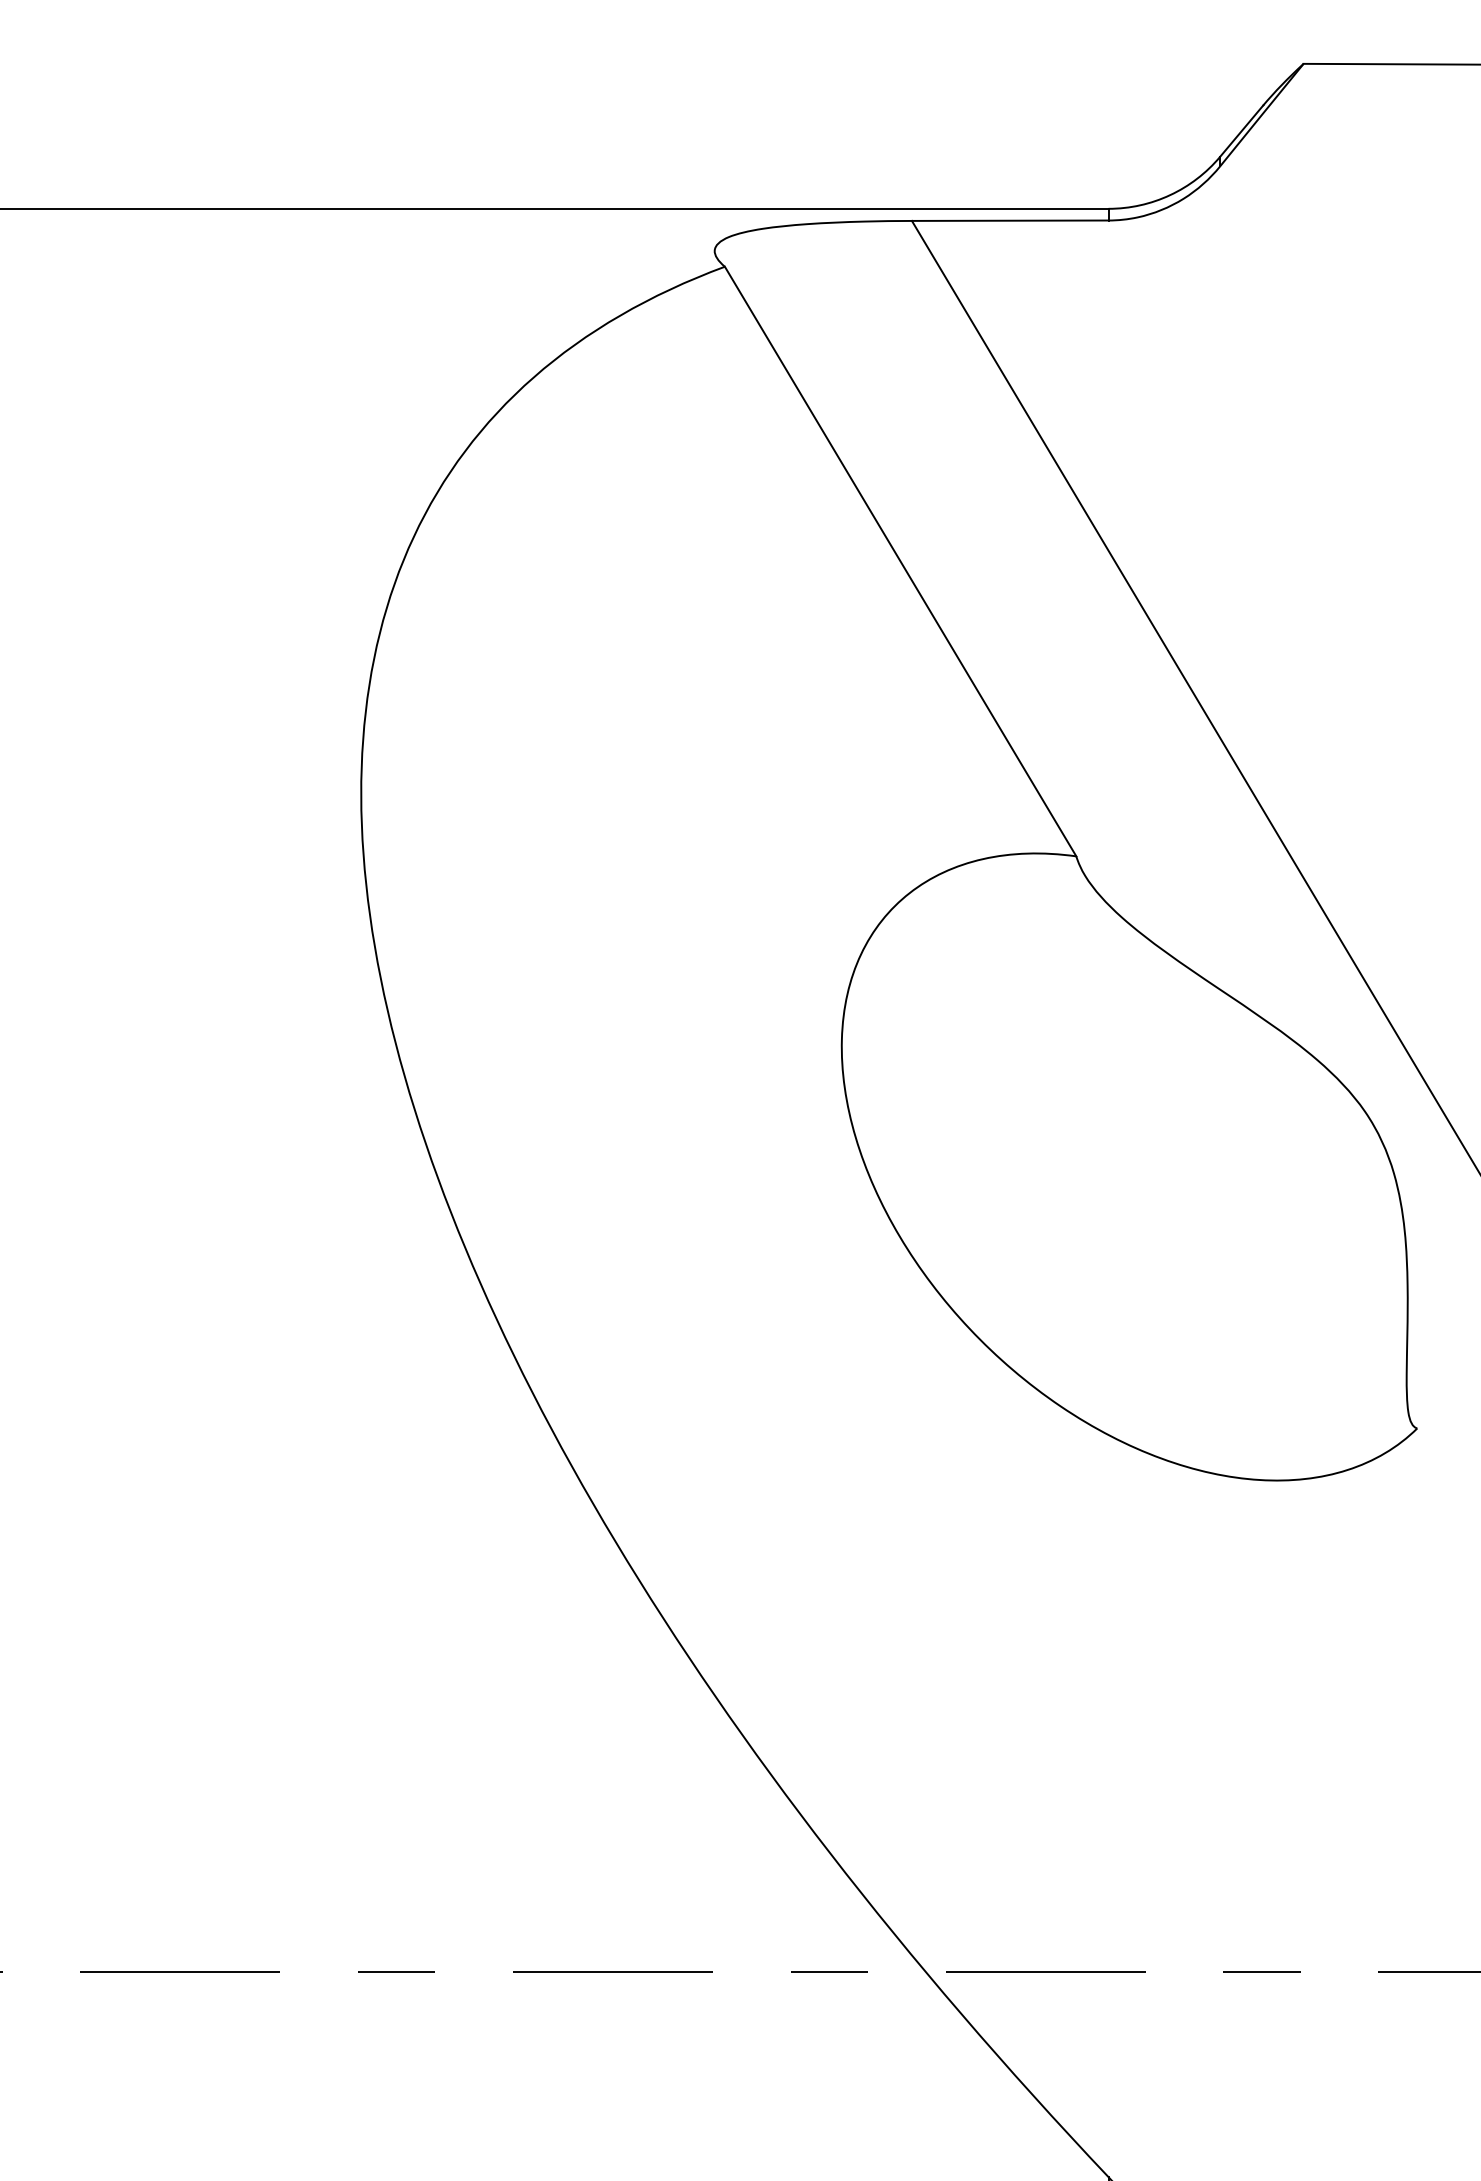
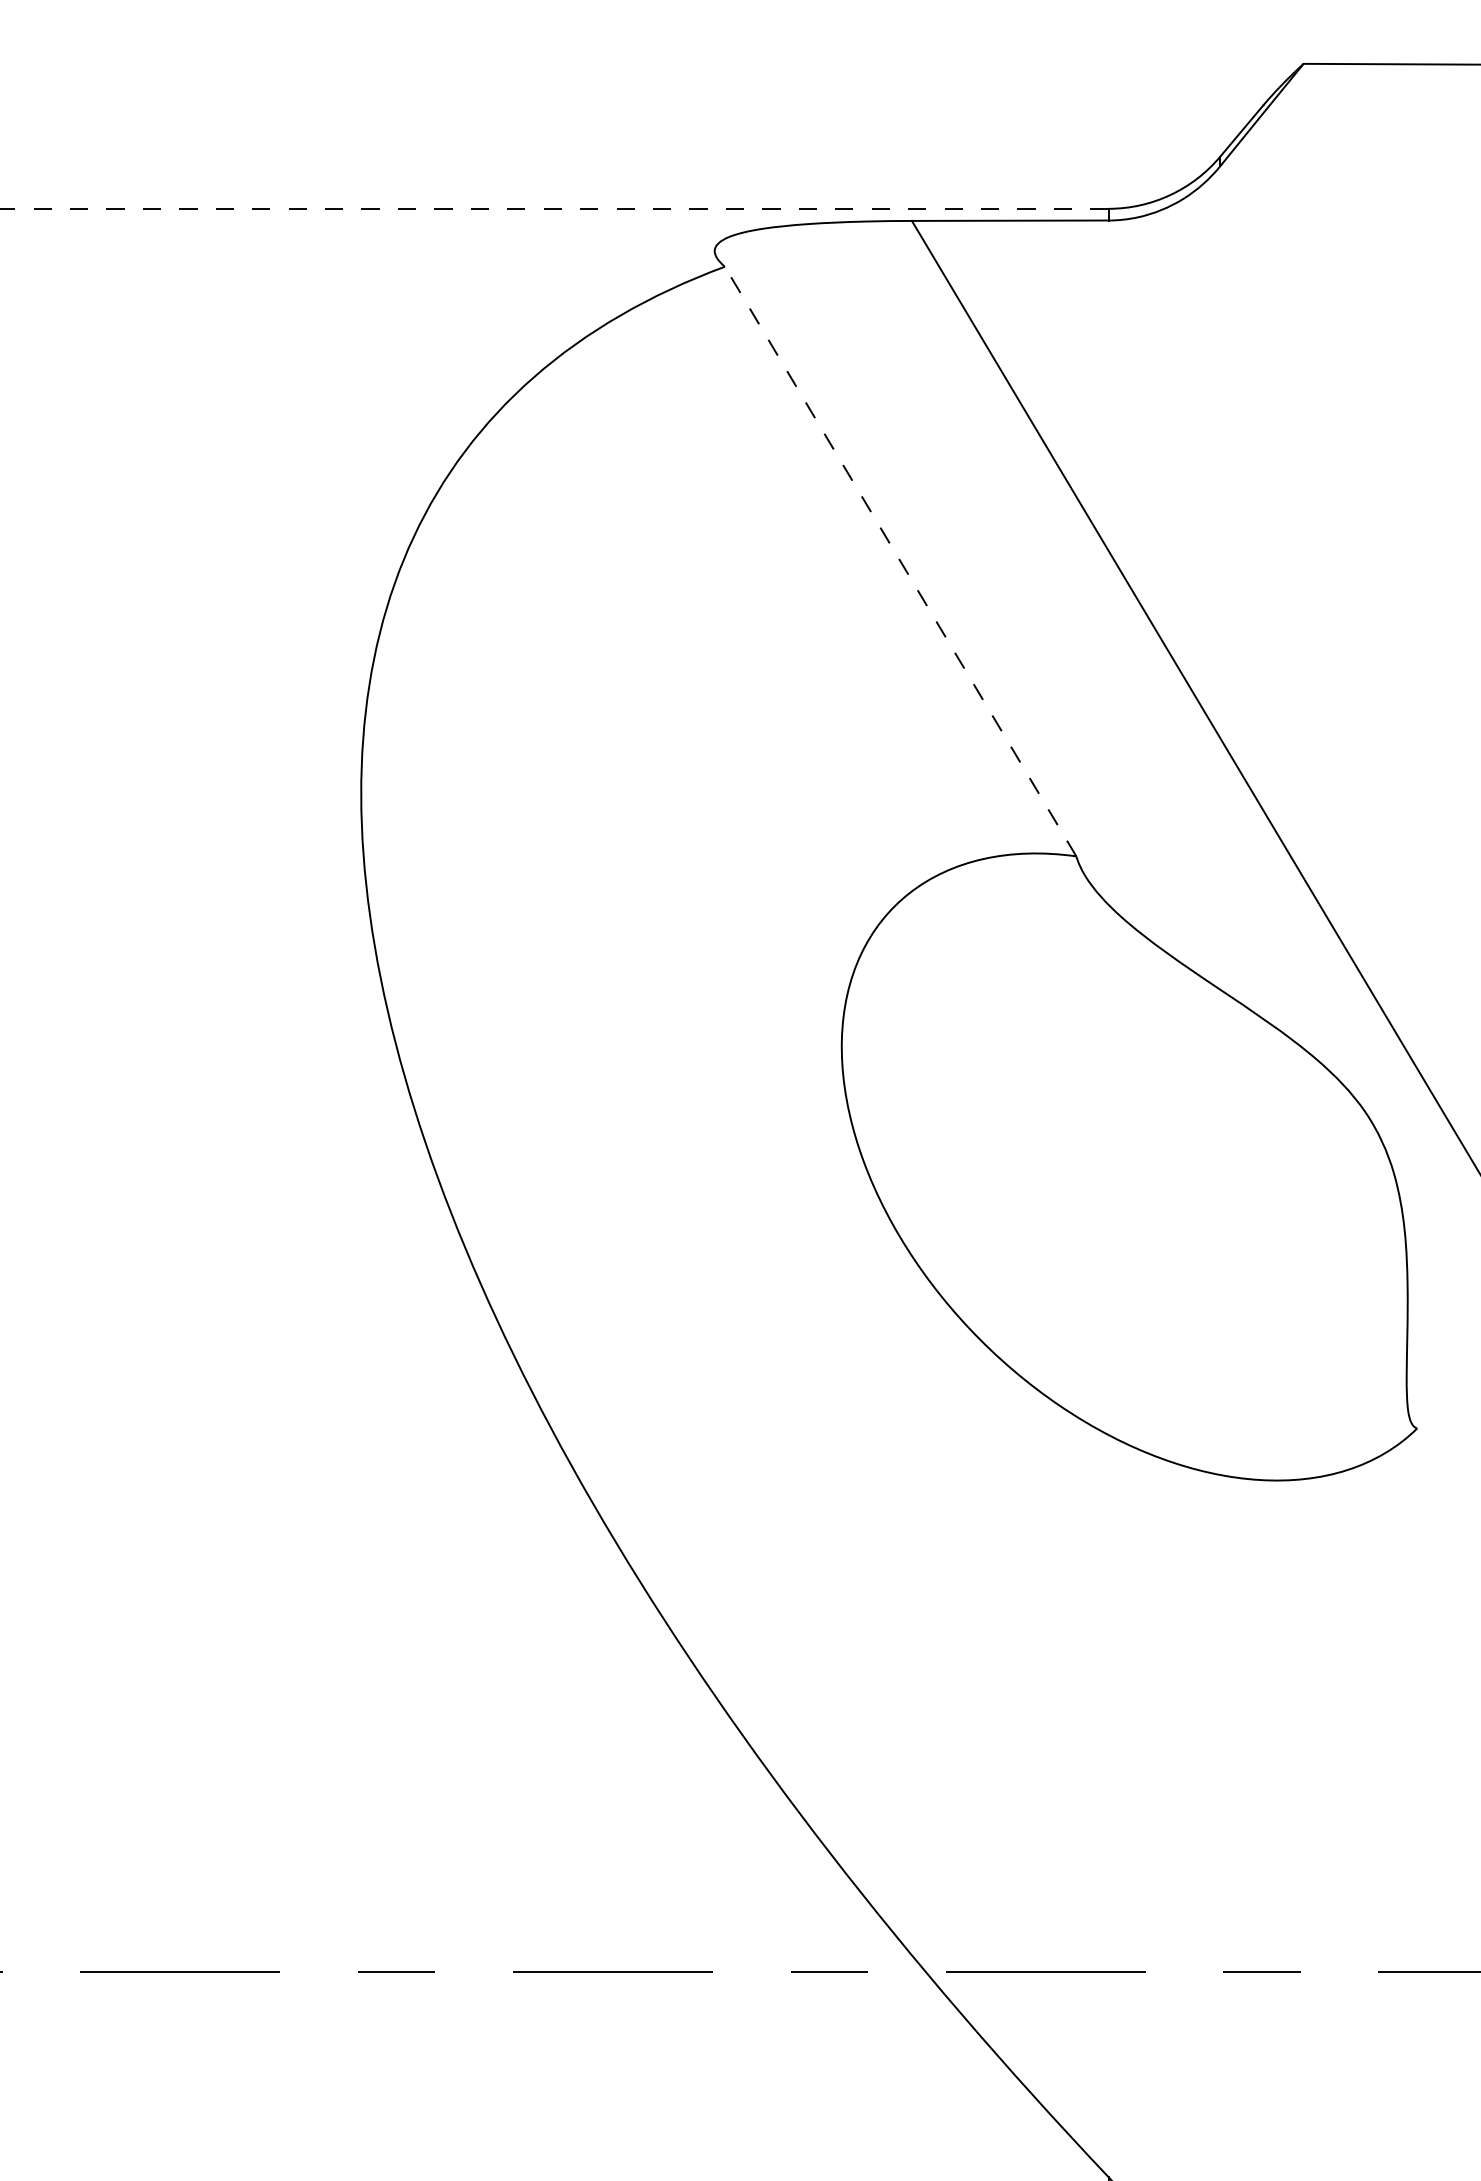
line at (554, 208): solid -> dashed
line at (900, 561): solid -> dashed
